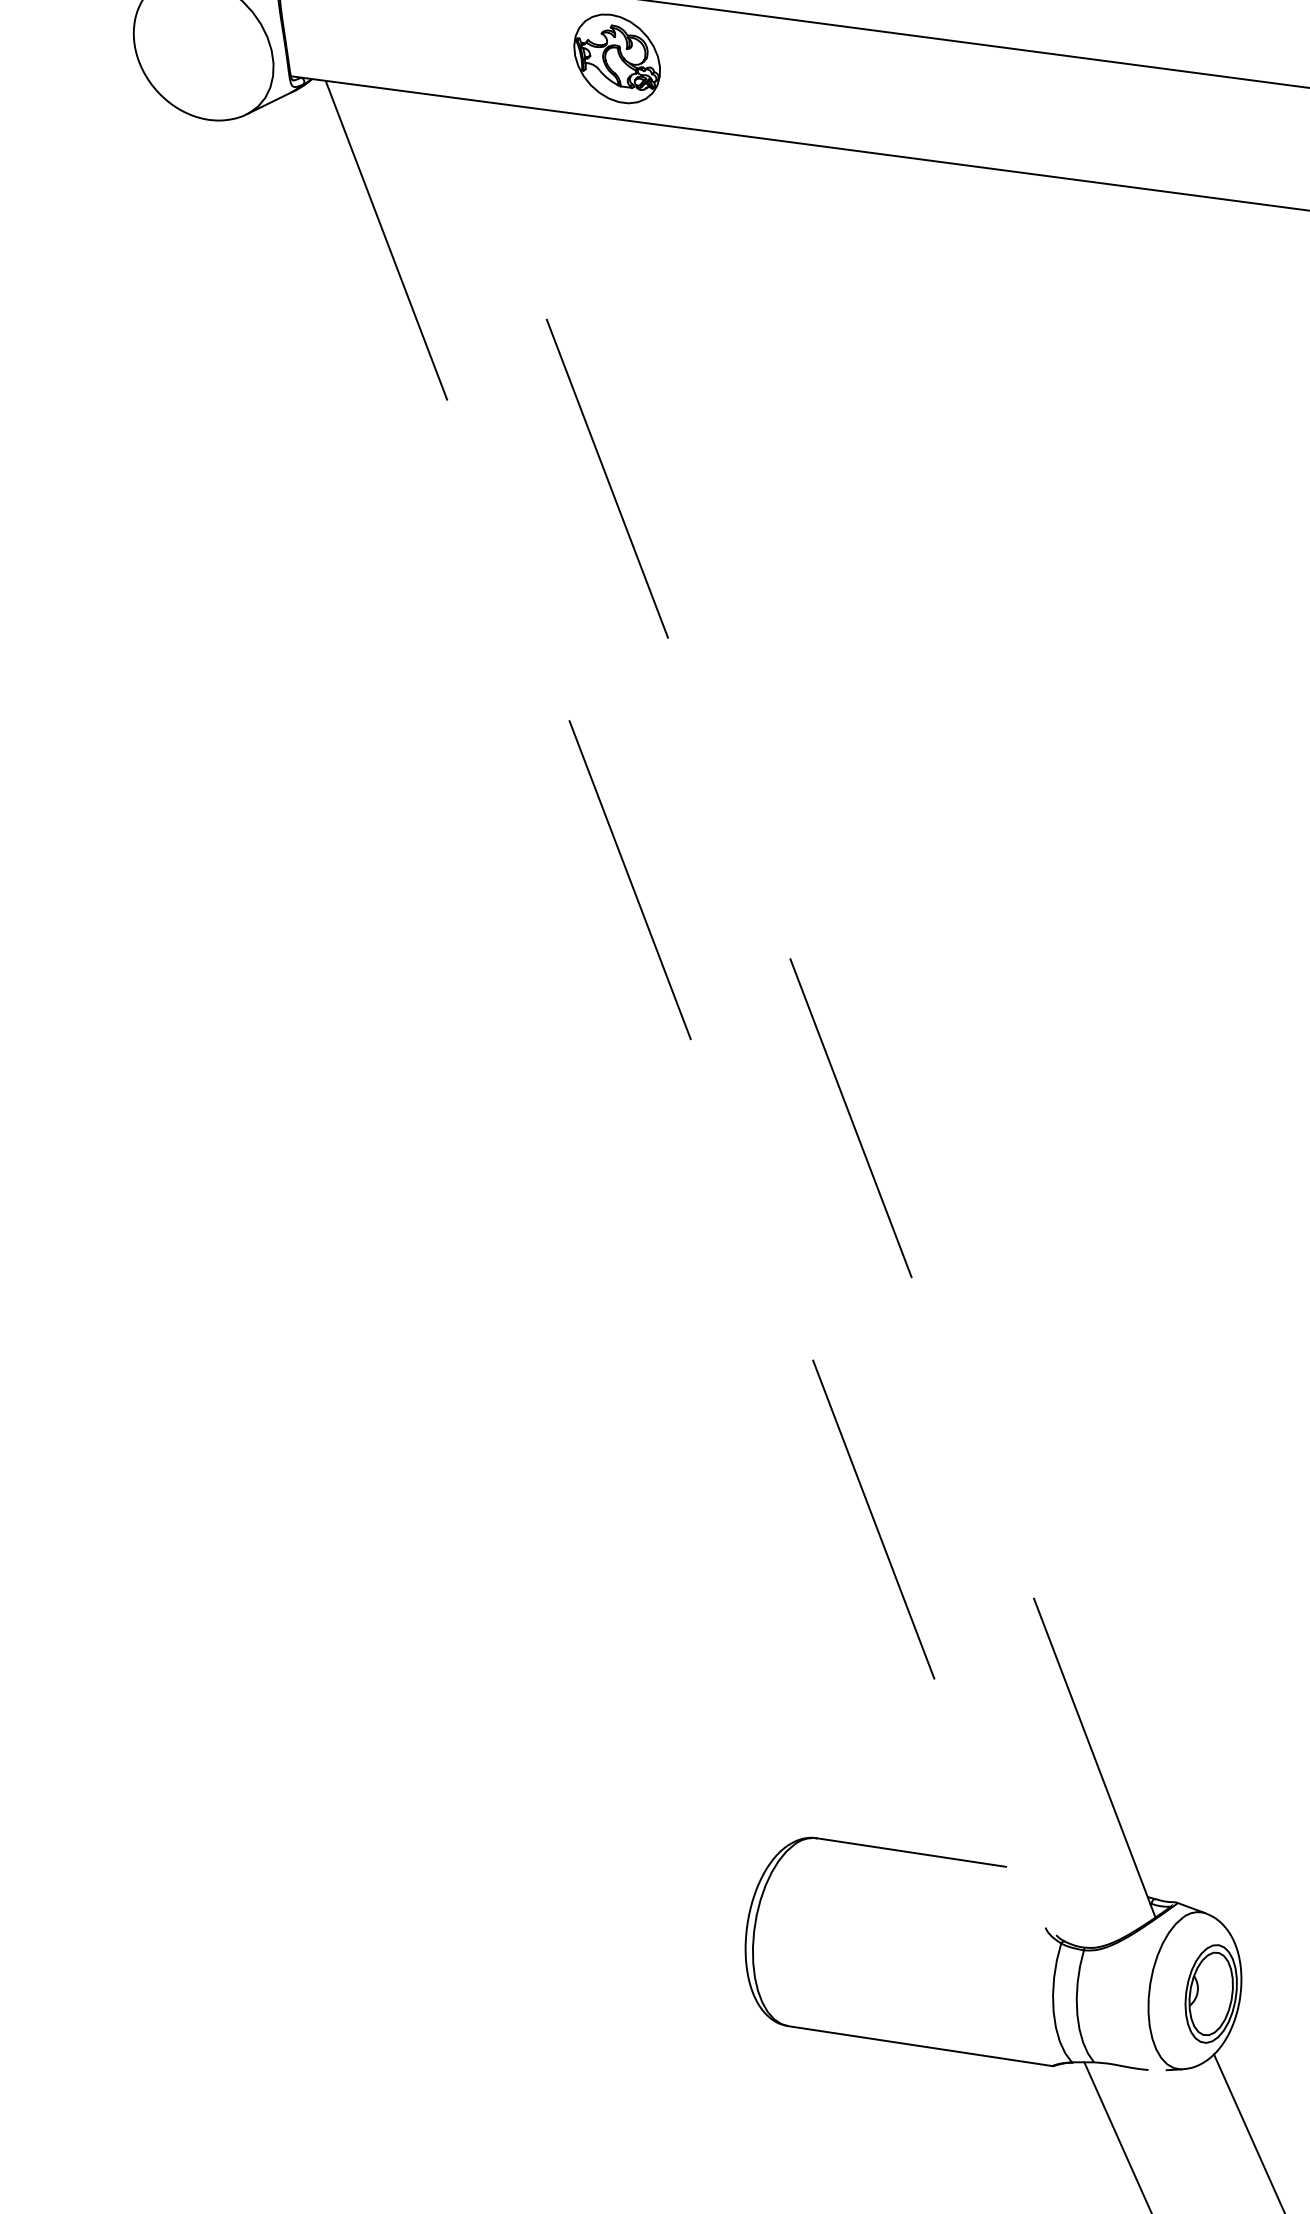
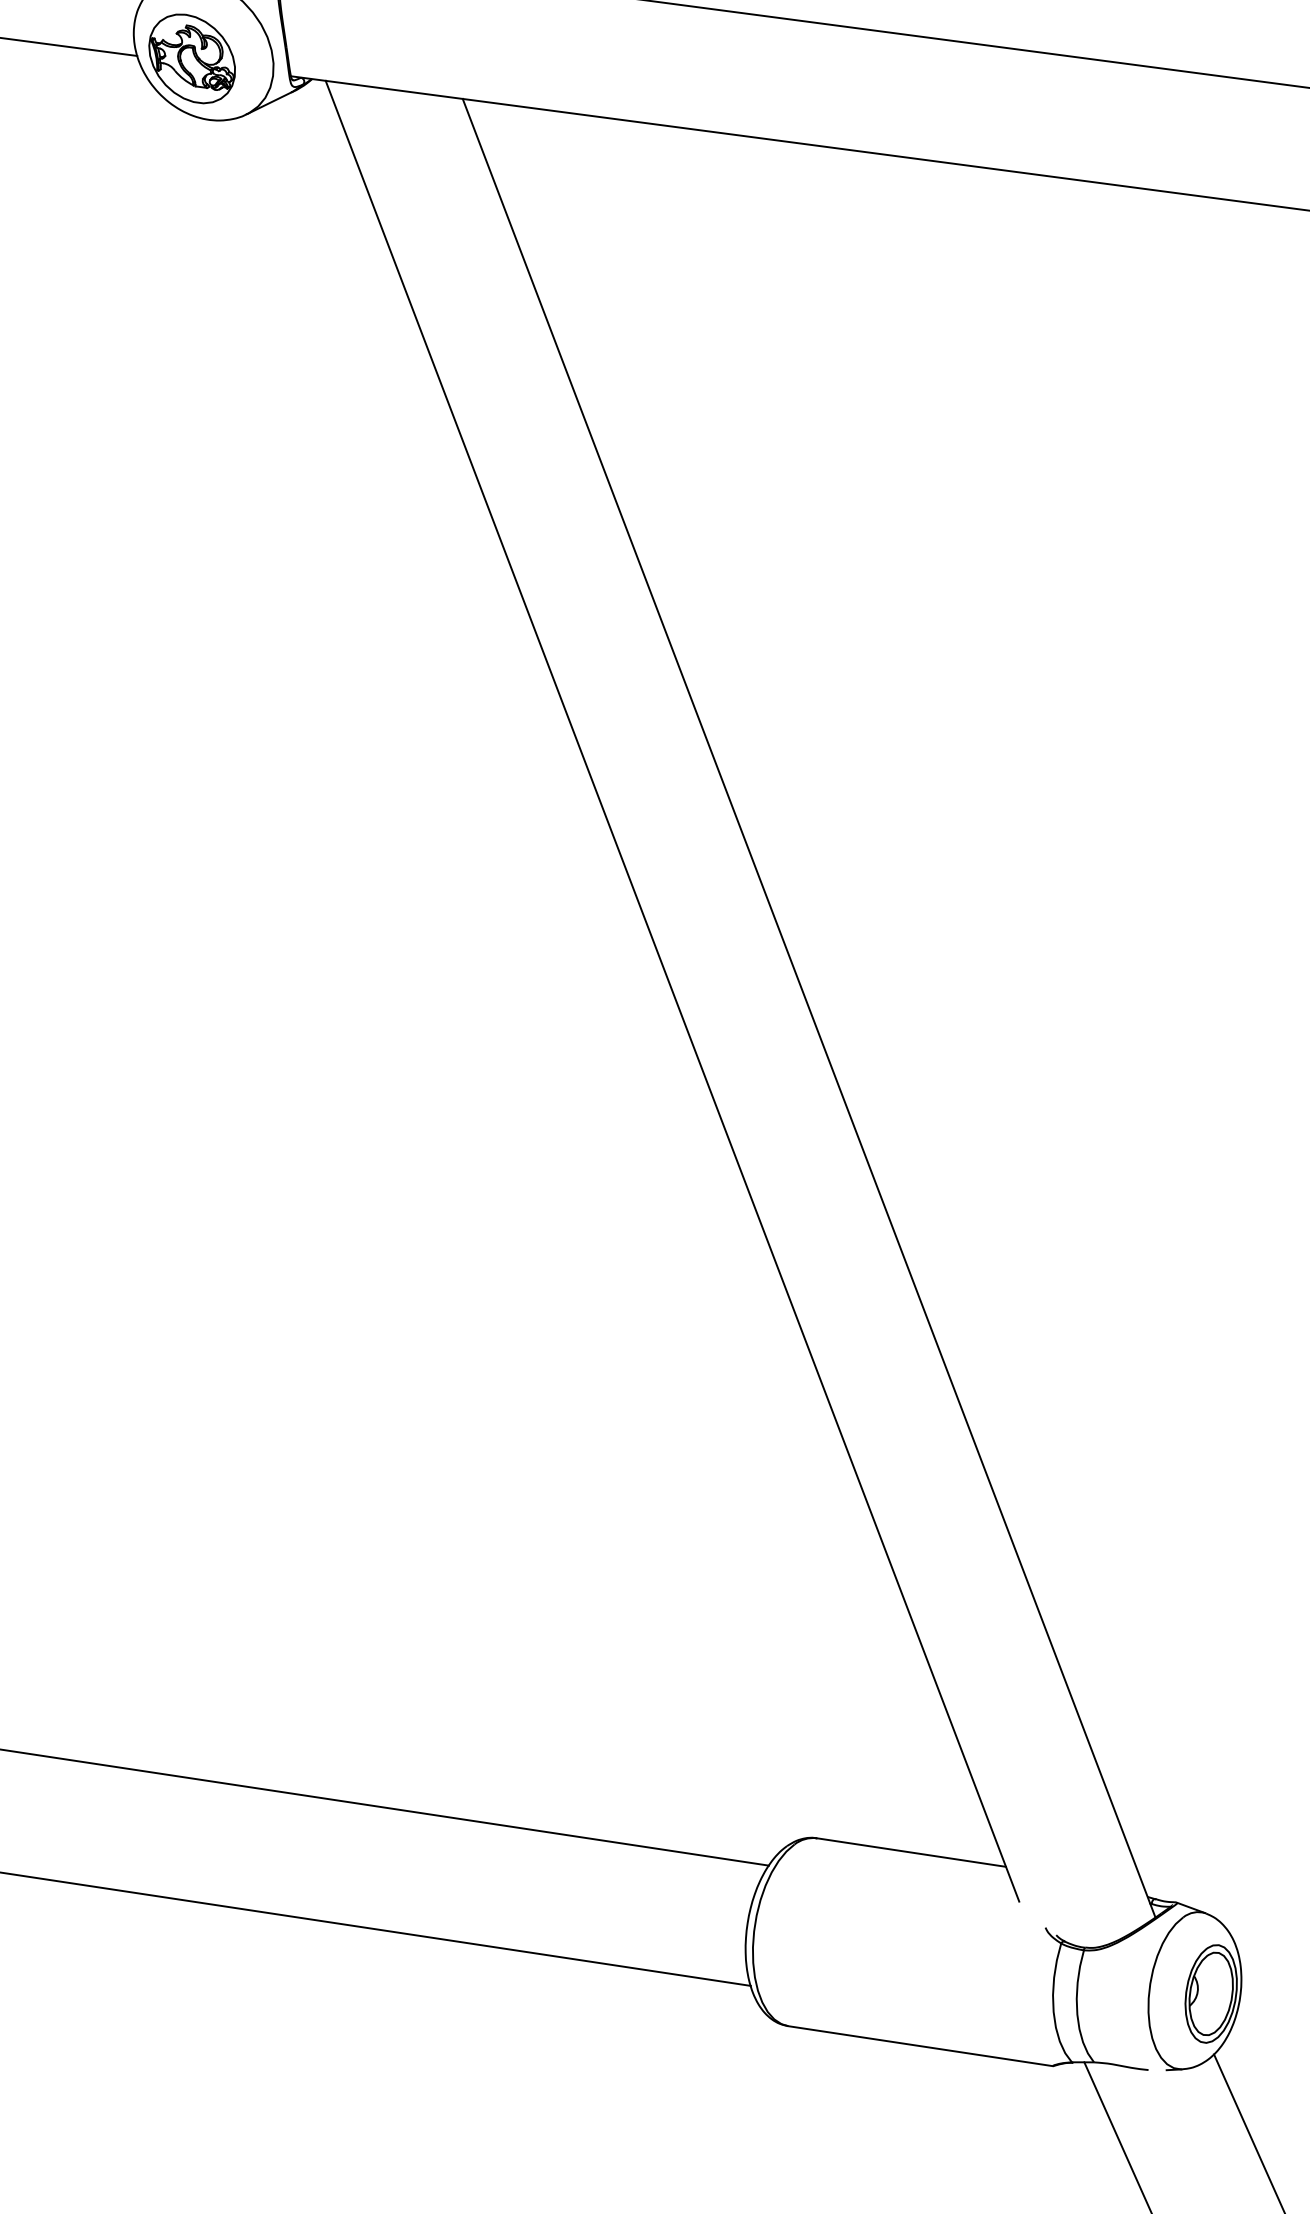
line at (69, 46): none -> present
part at (616, 58) position: (616, 58) -> (191, 58)
line at (672, 991): dashed -> solid
line at (808, 1007): dashed -> solid
line at (385, 1807): none -> present
line at (376, 1928): none -> present
